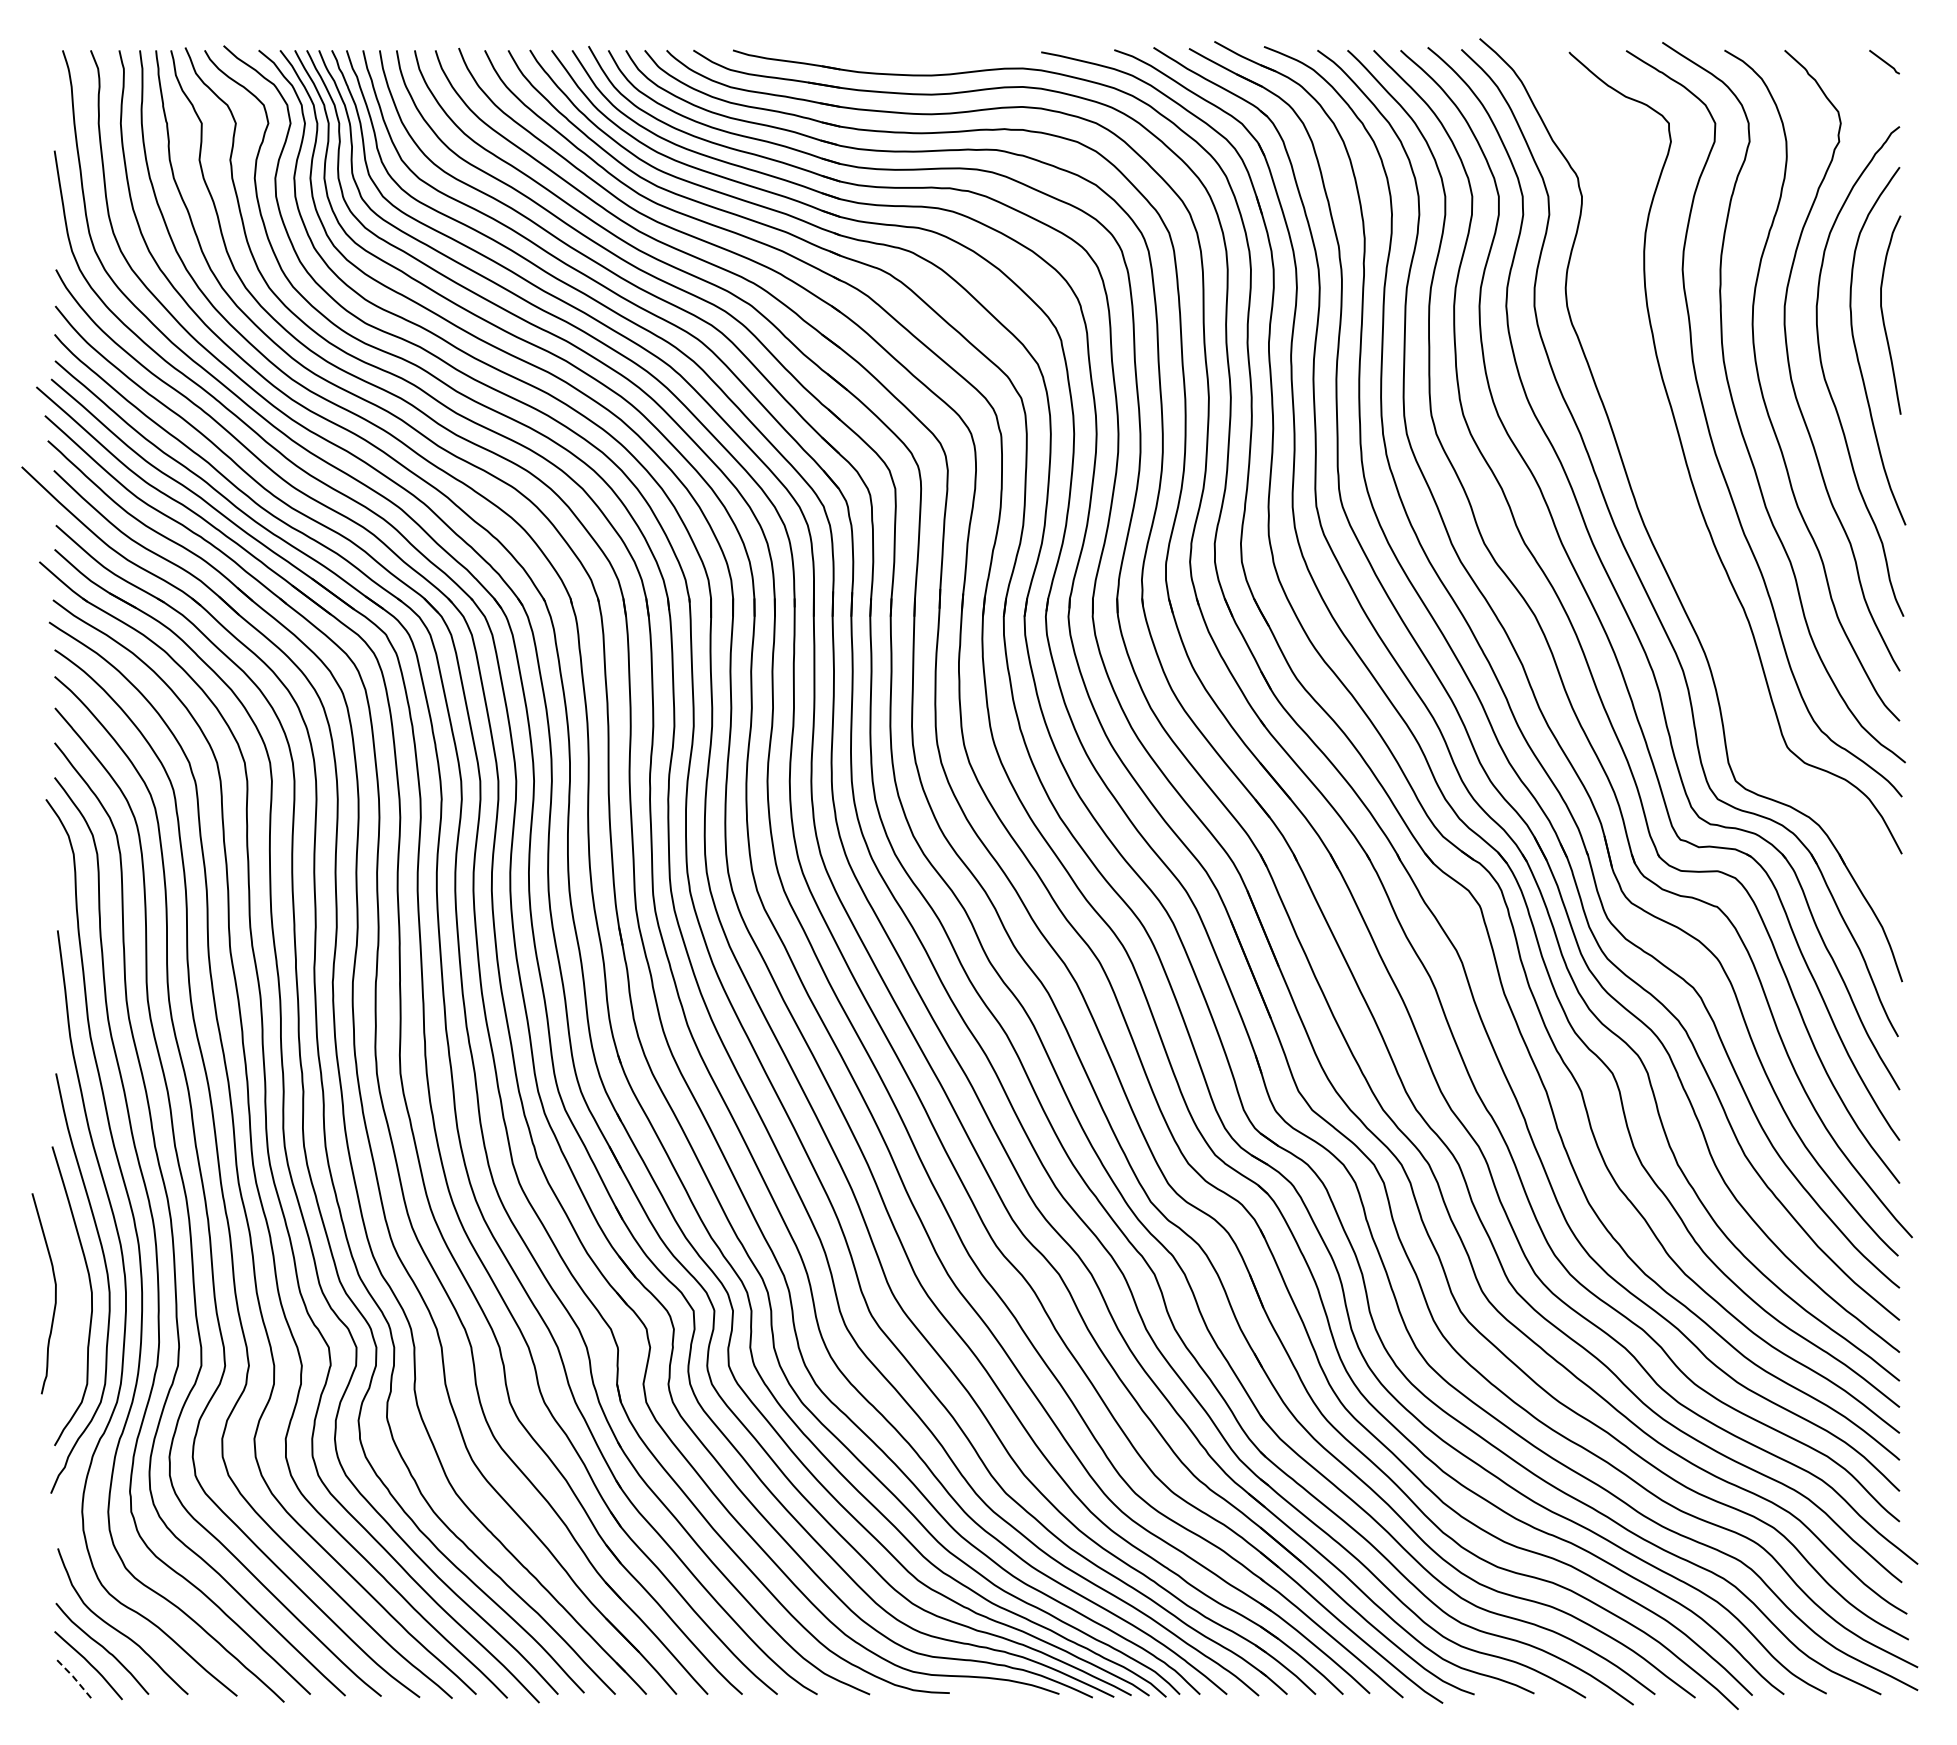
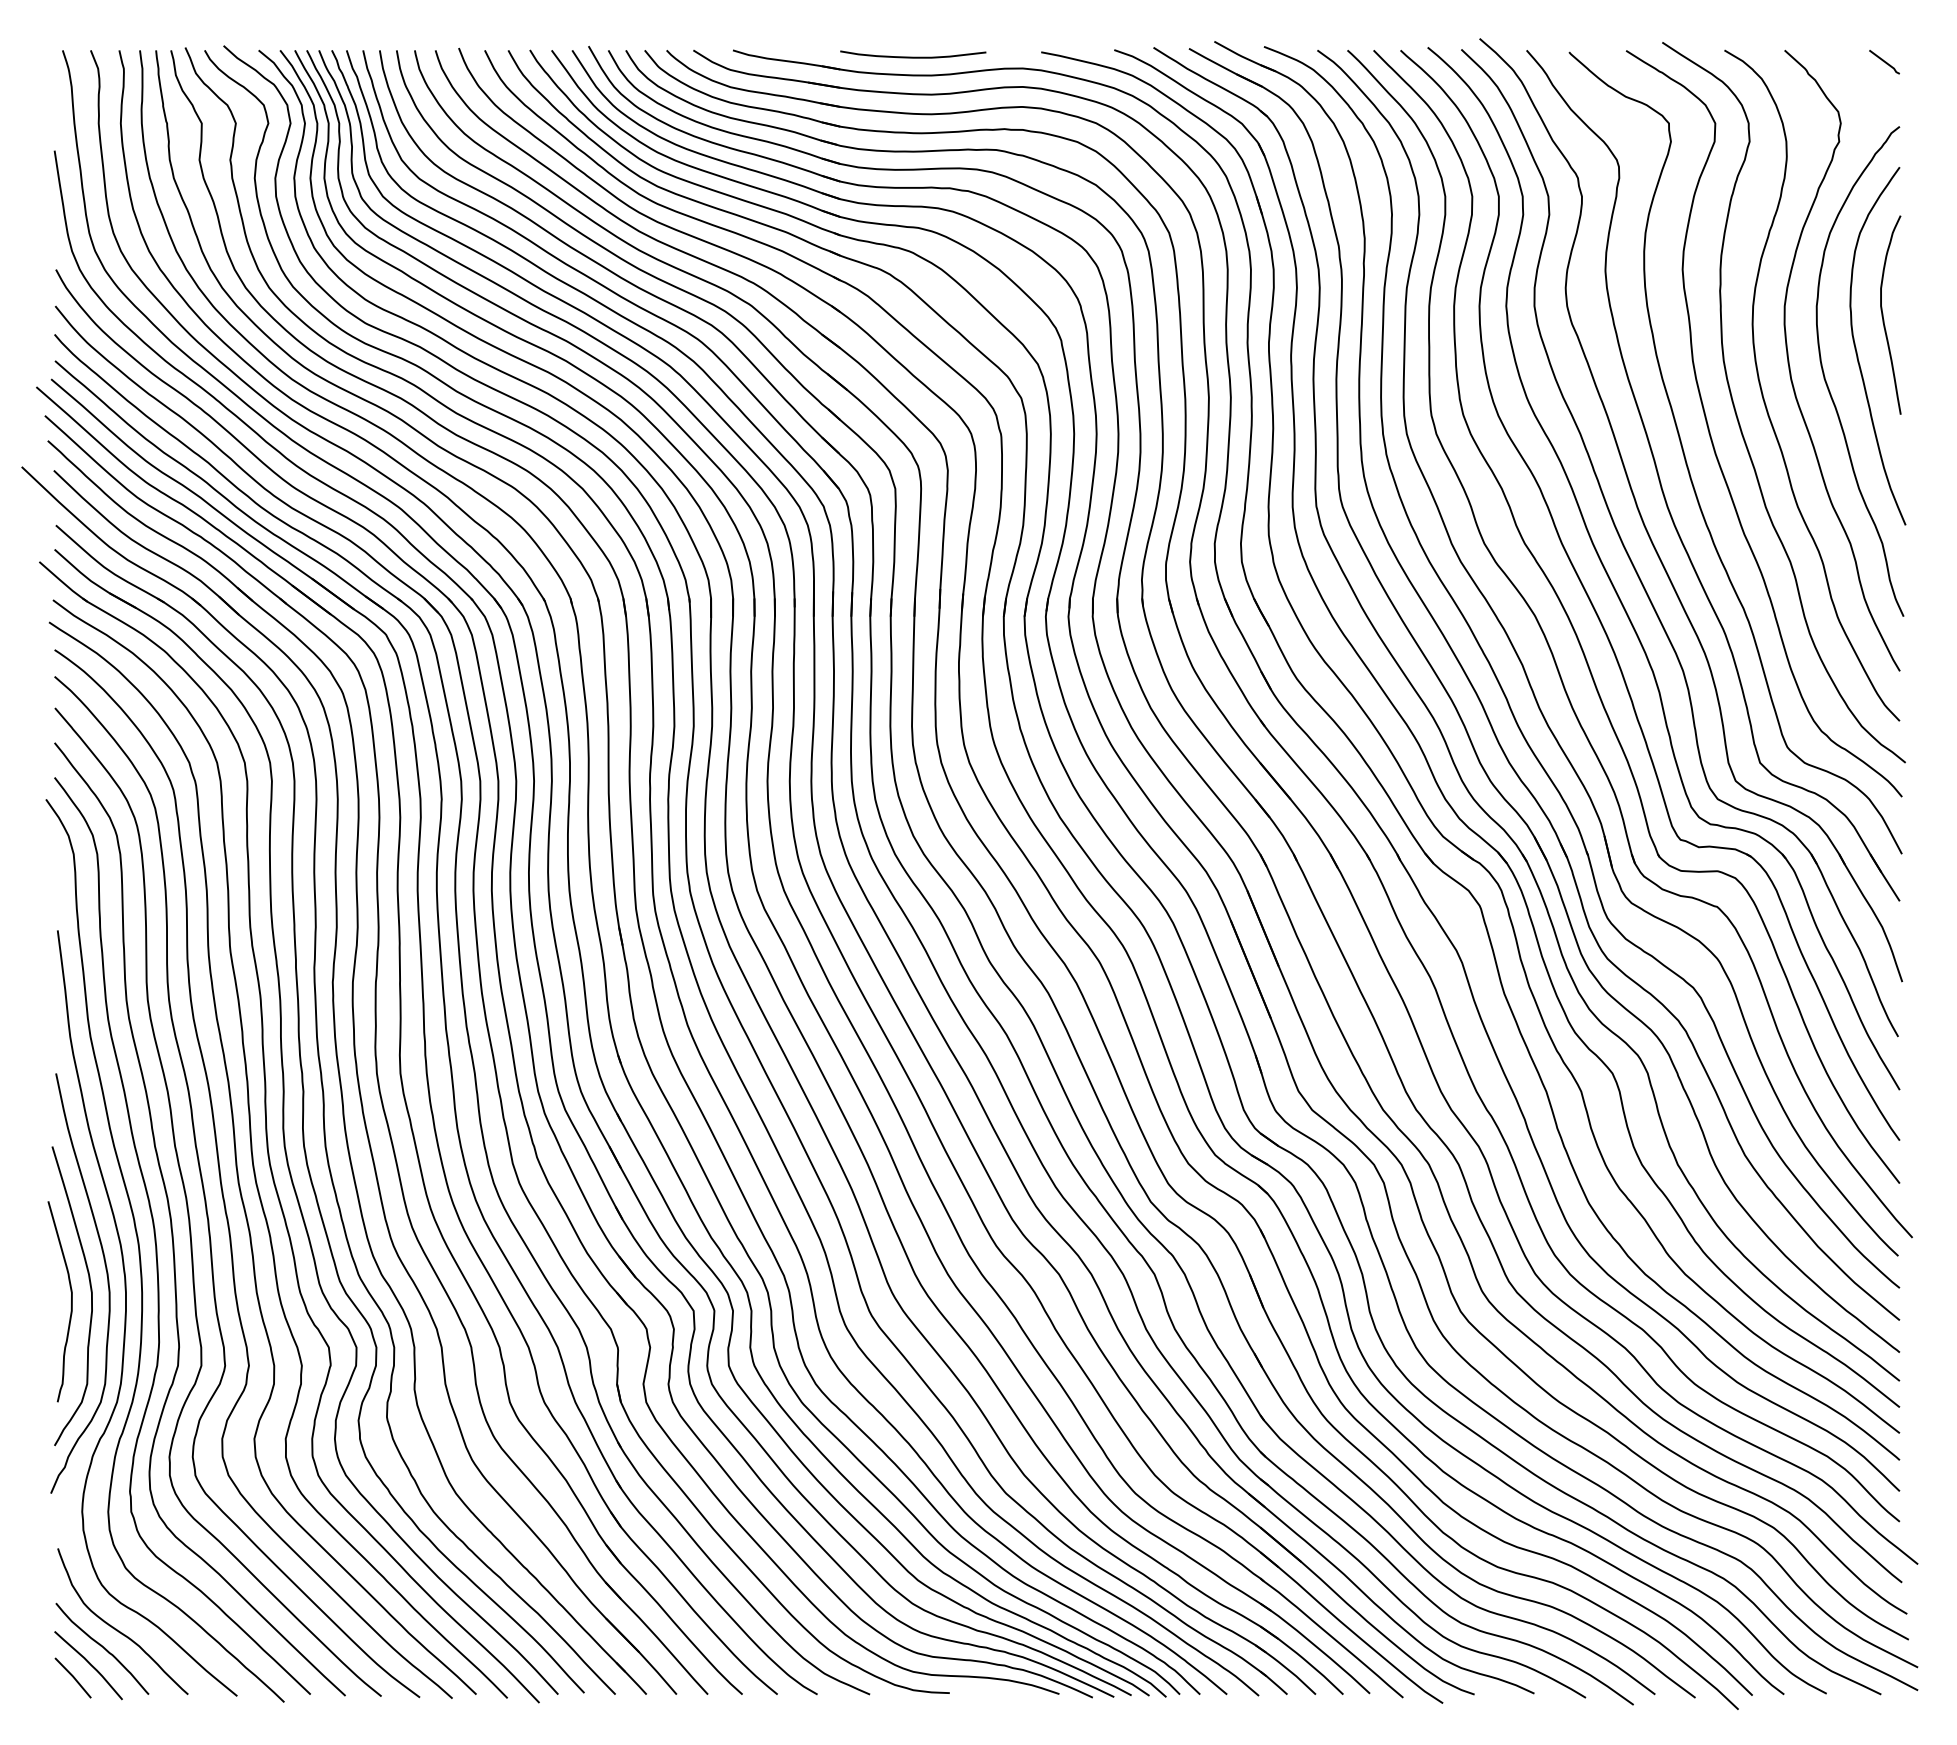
curve at (913, 56): none -> present
part at (1662, 486): none -> present
curve at (55, 1293) position: (55, 1293) -> (71, 1301)
line at (73, 1677): dashed -> solid
